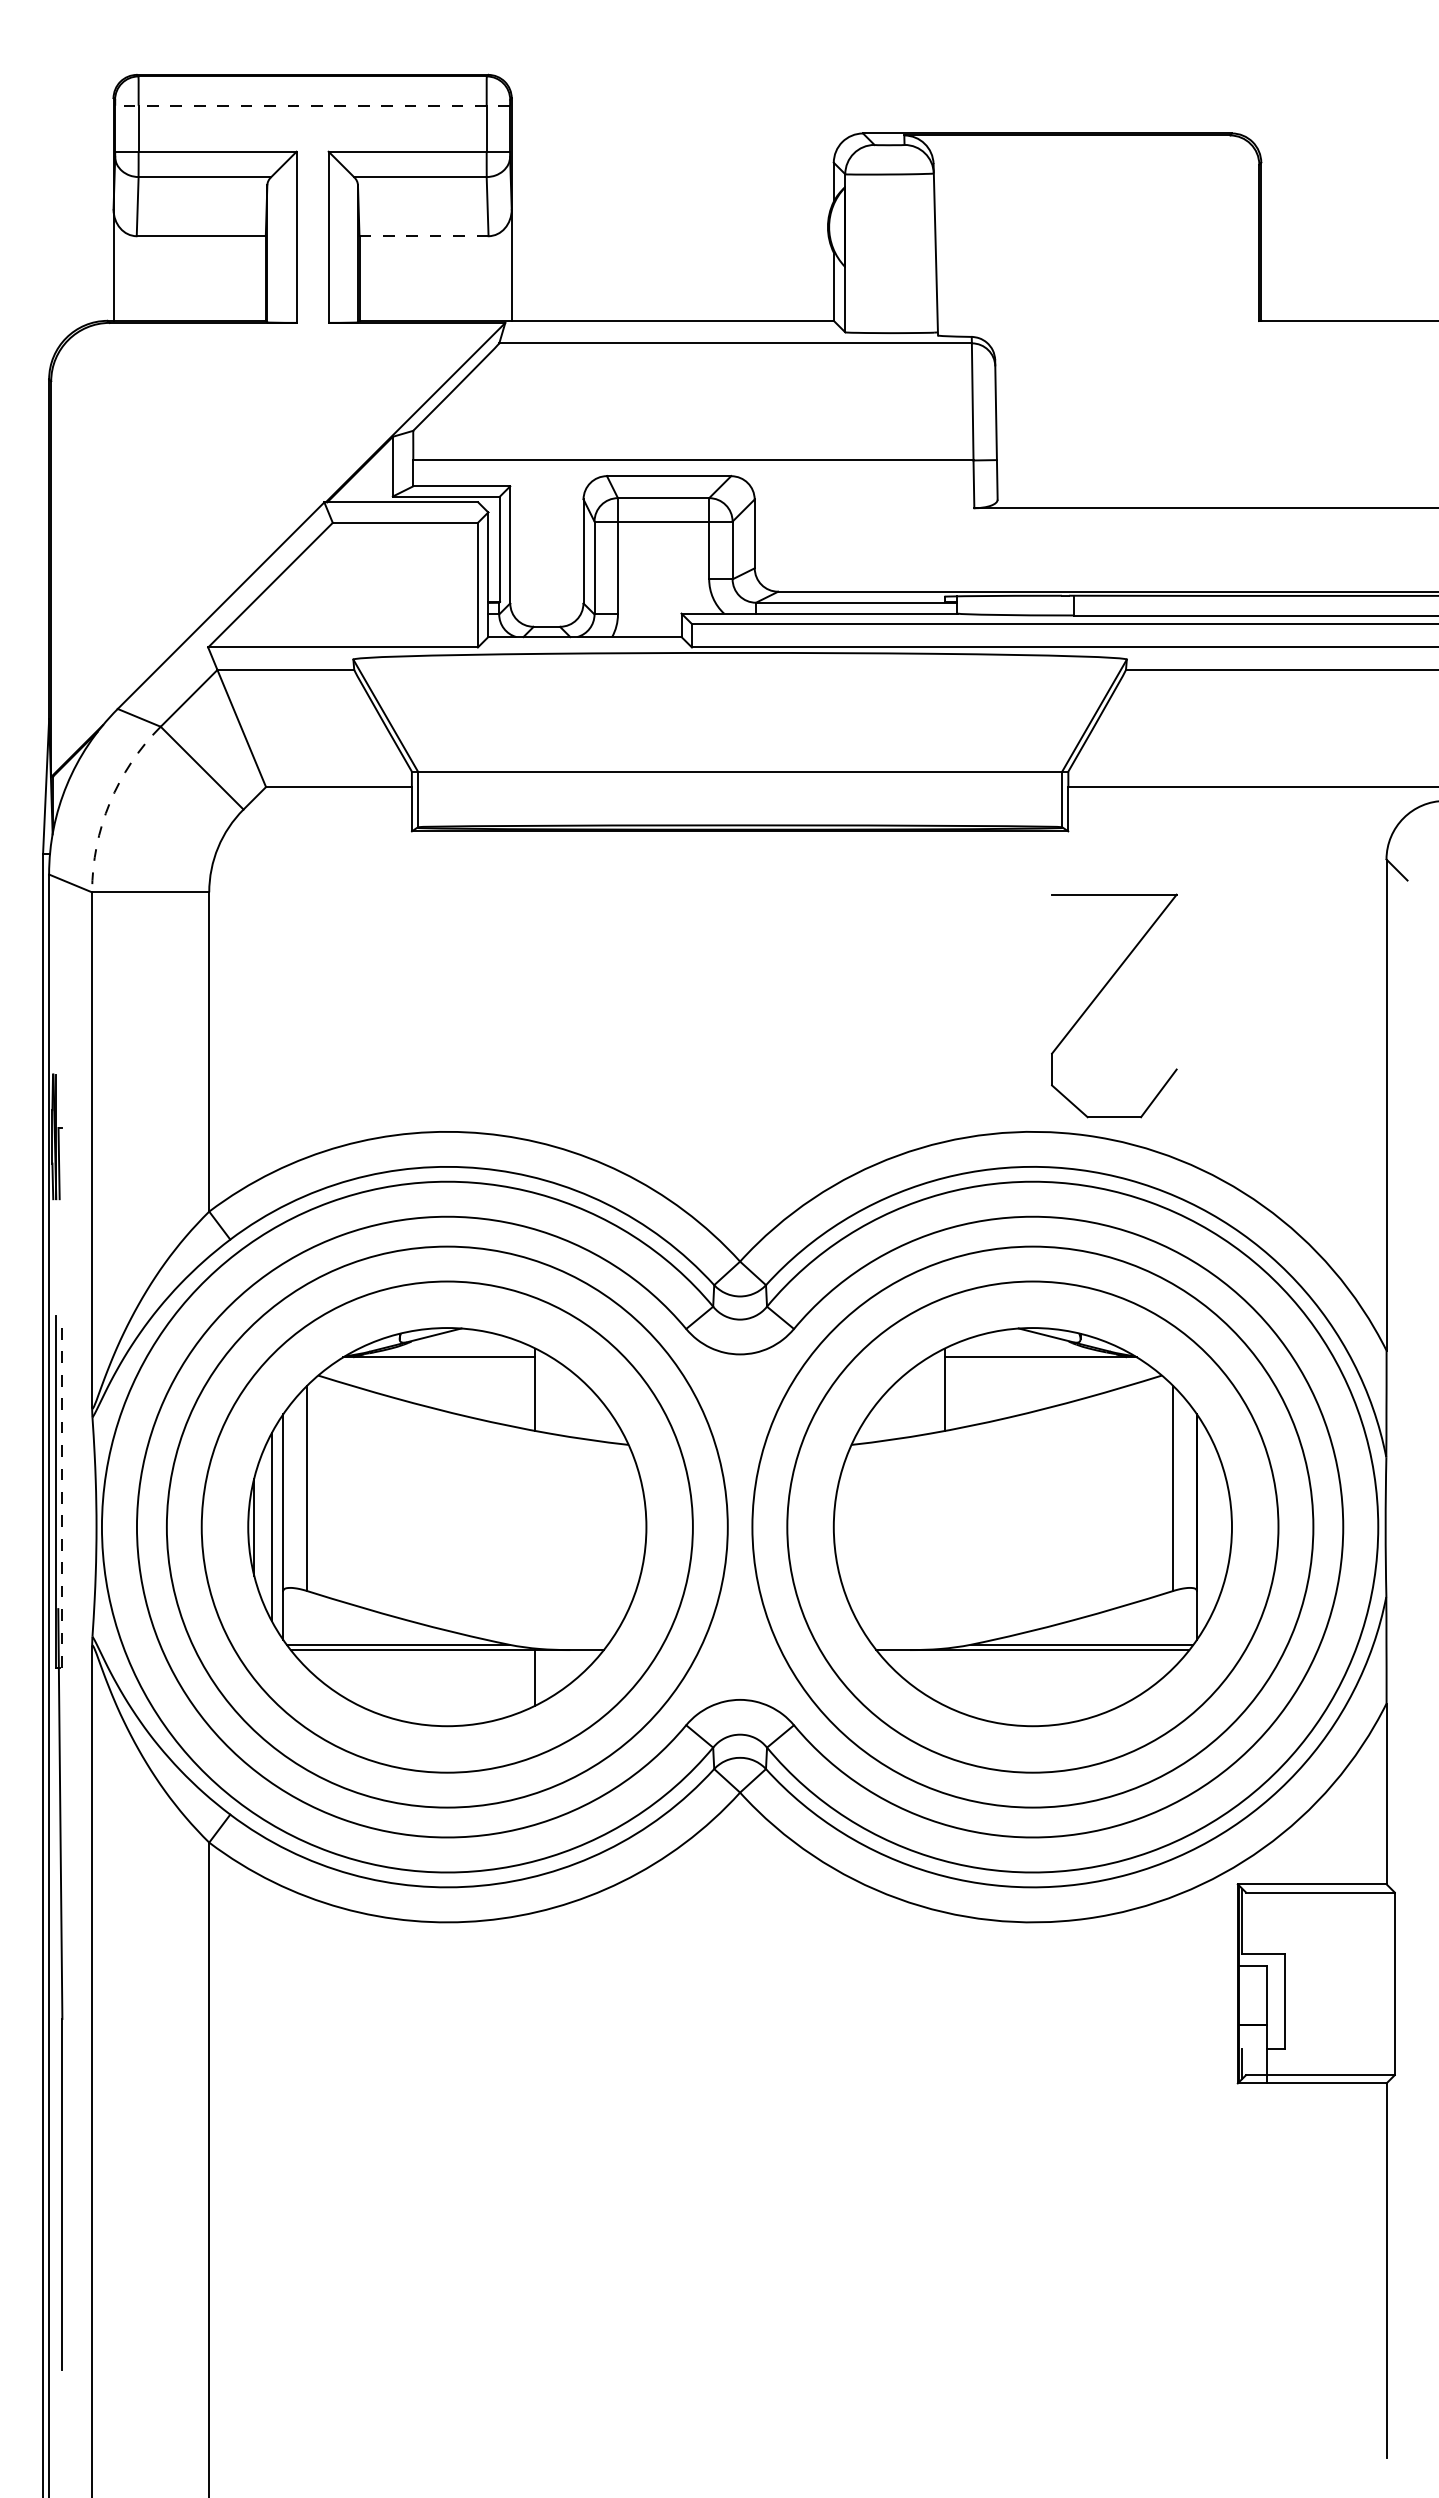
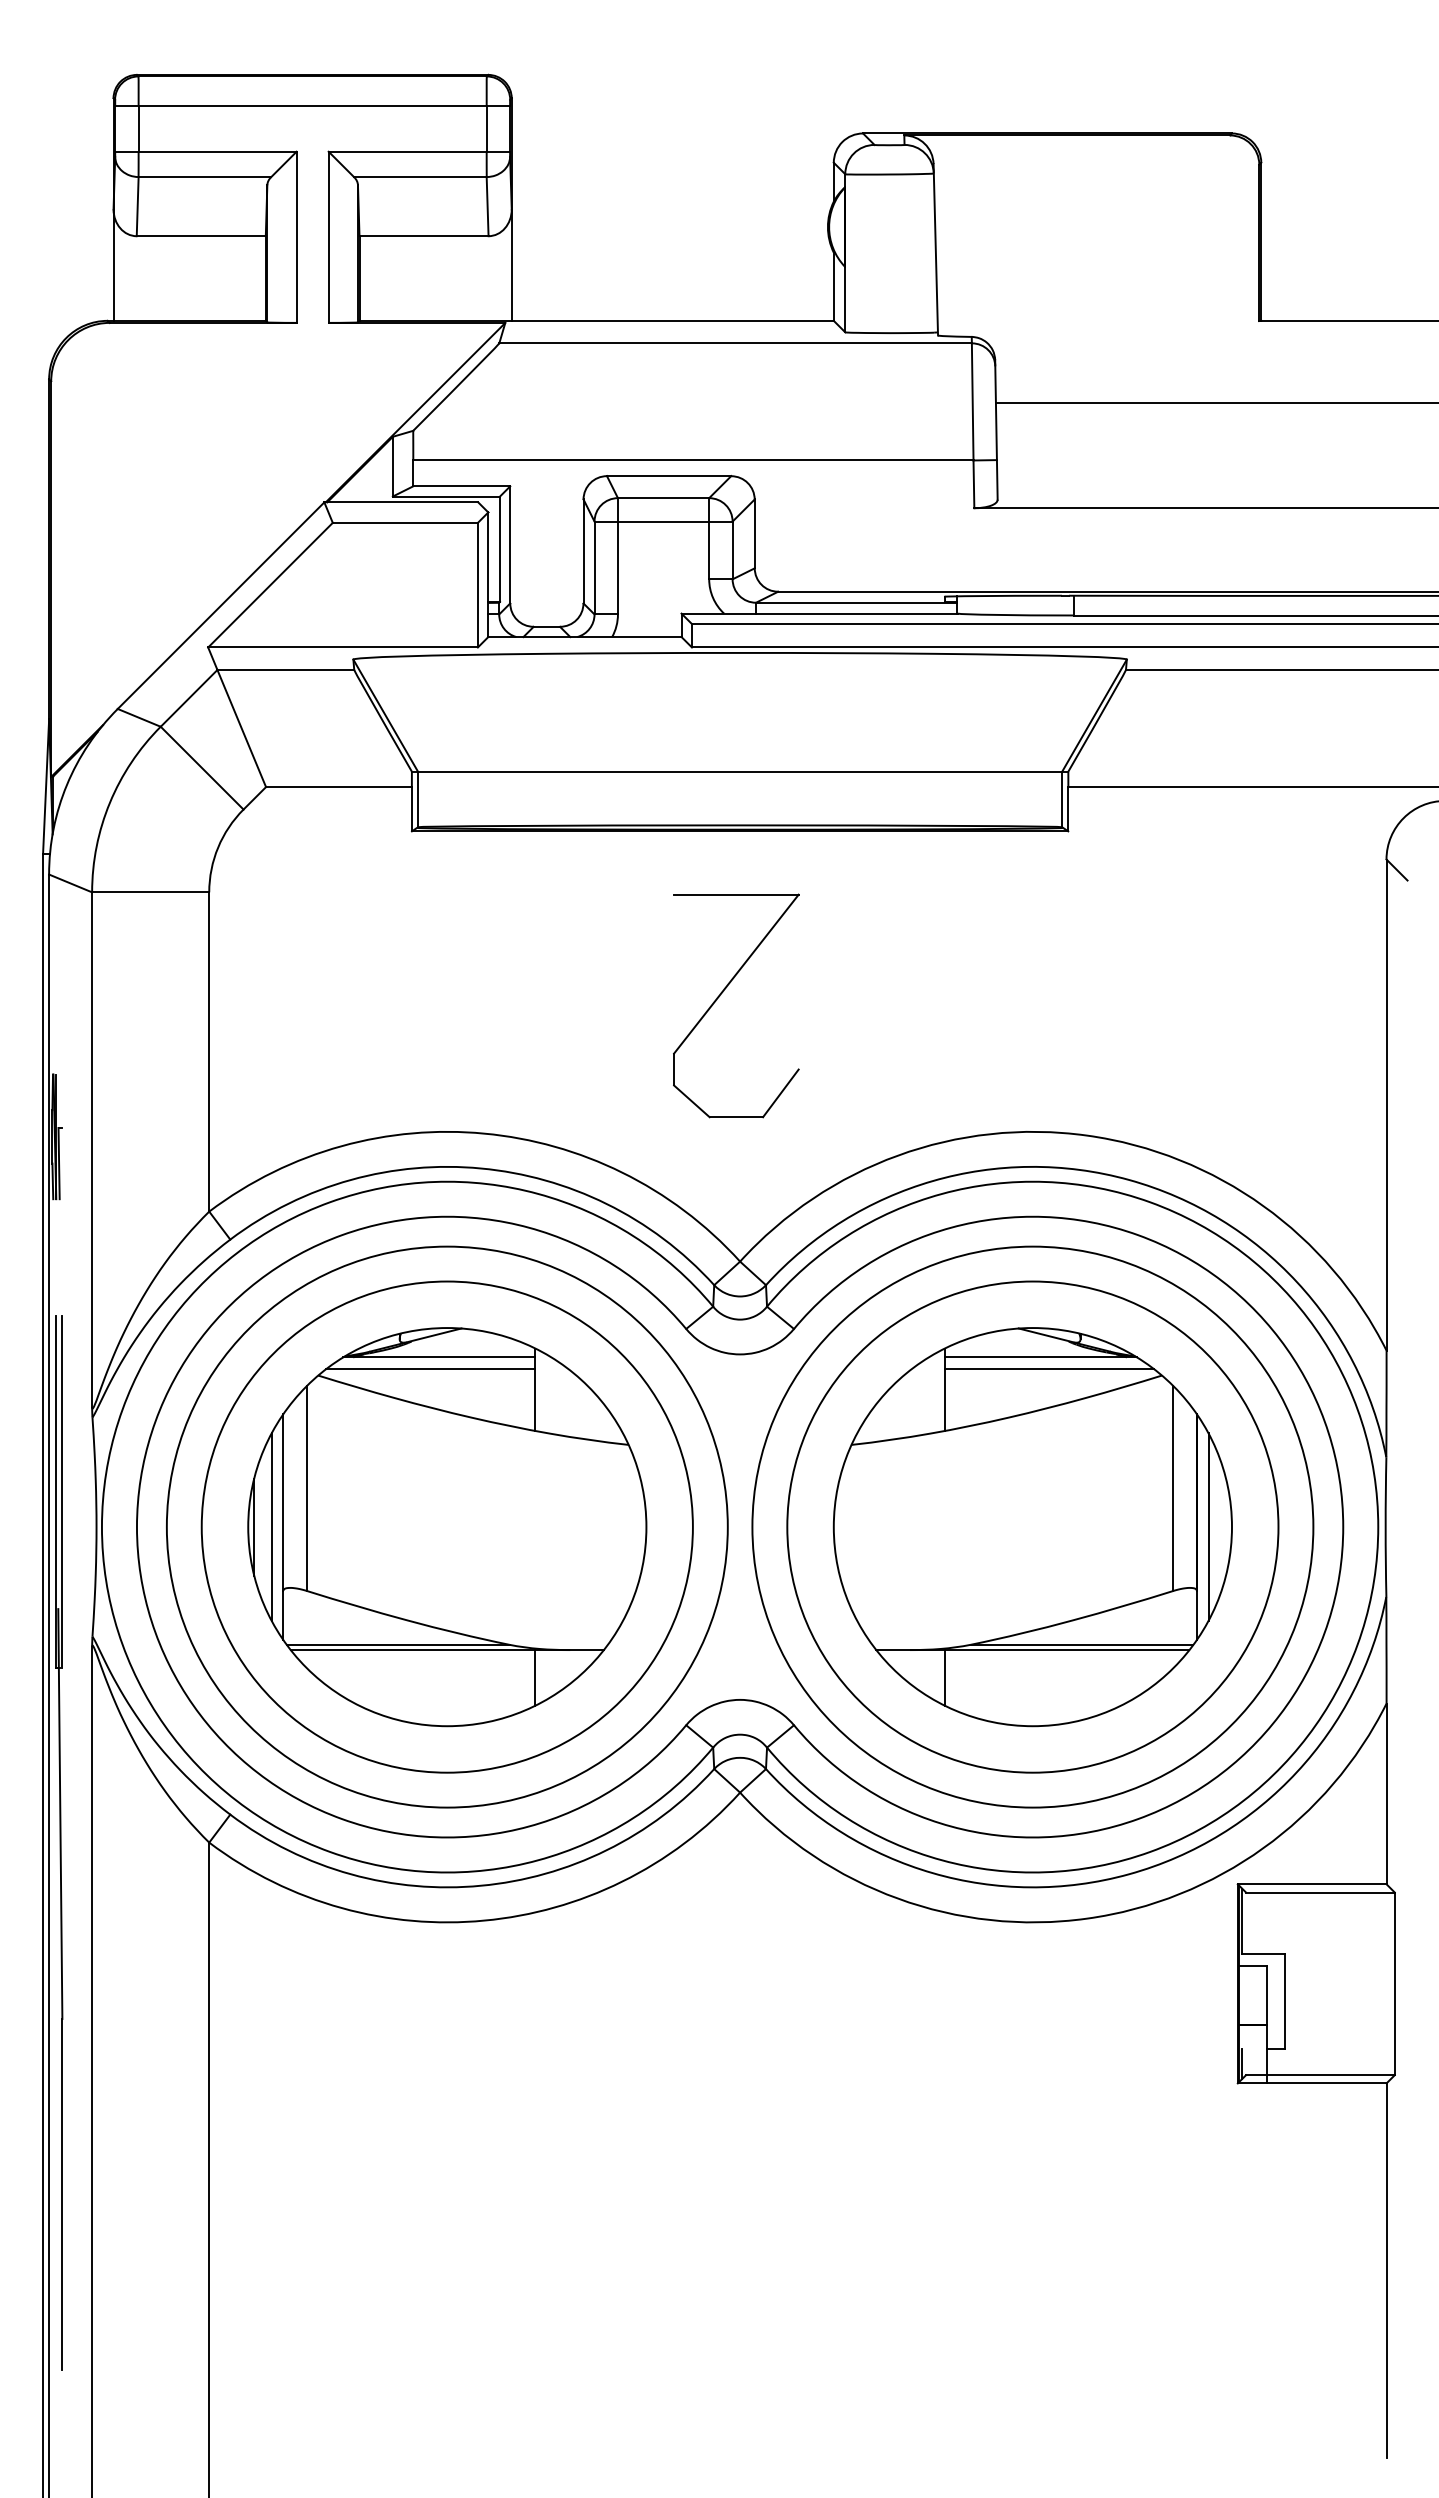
line at (312, 105): dashed -> solid
line at (424, 236): dashed -> solid
line at (1215, 402): none -> present
arc at (109, 802): dashed -> solid
part at (1098, 996) position: (1098, 996) -> (720, 996)
line at (430, 1369): none -> present
line at (1049, 1369): none -> present
line at (62, 1491): dashed -> solid
line at (1208, 1526): none -> present
line at (945, 1677): none -> present
